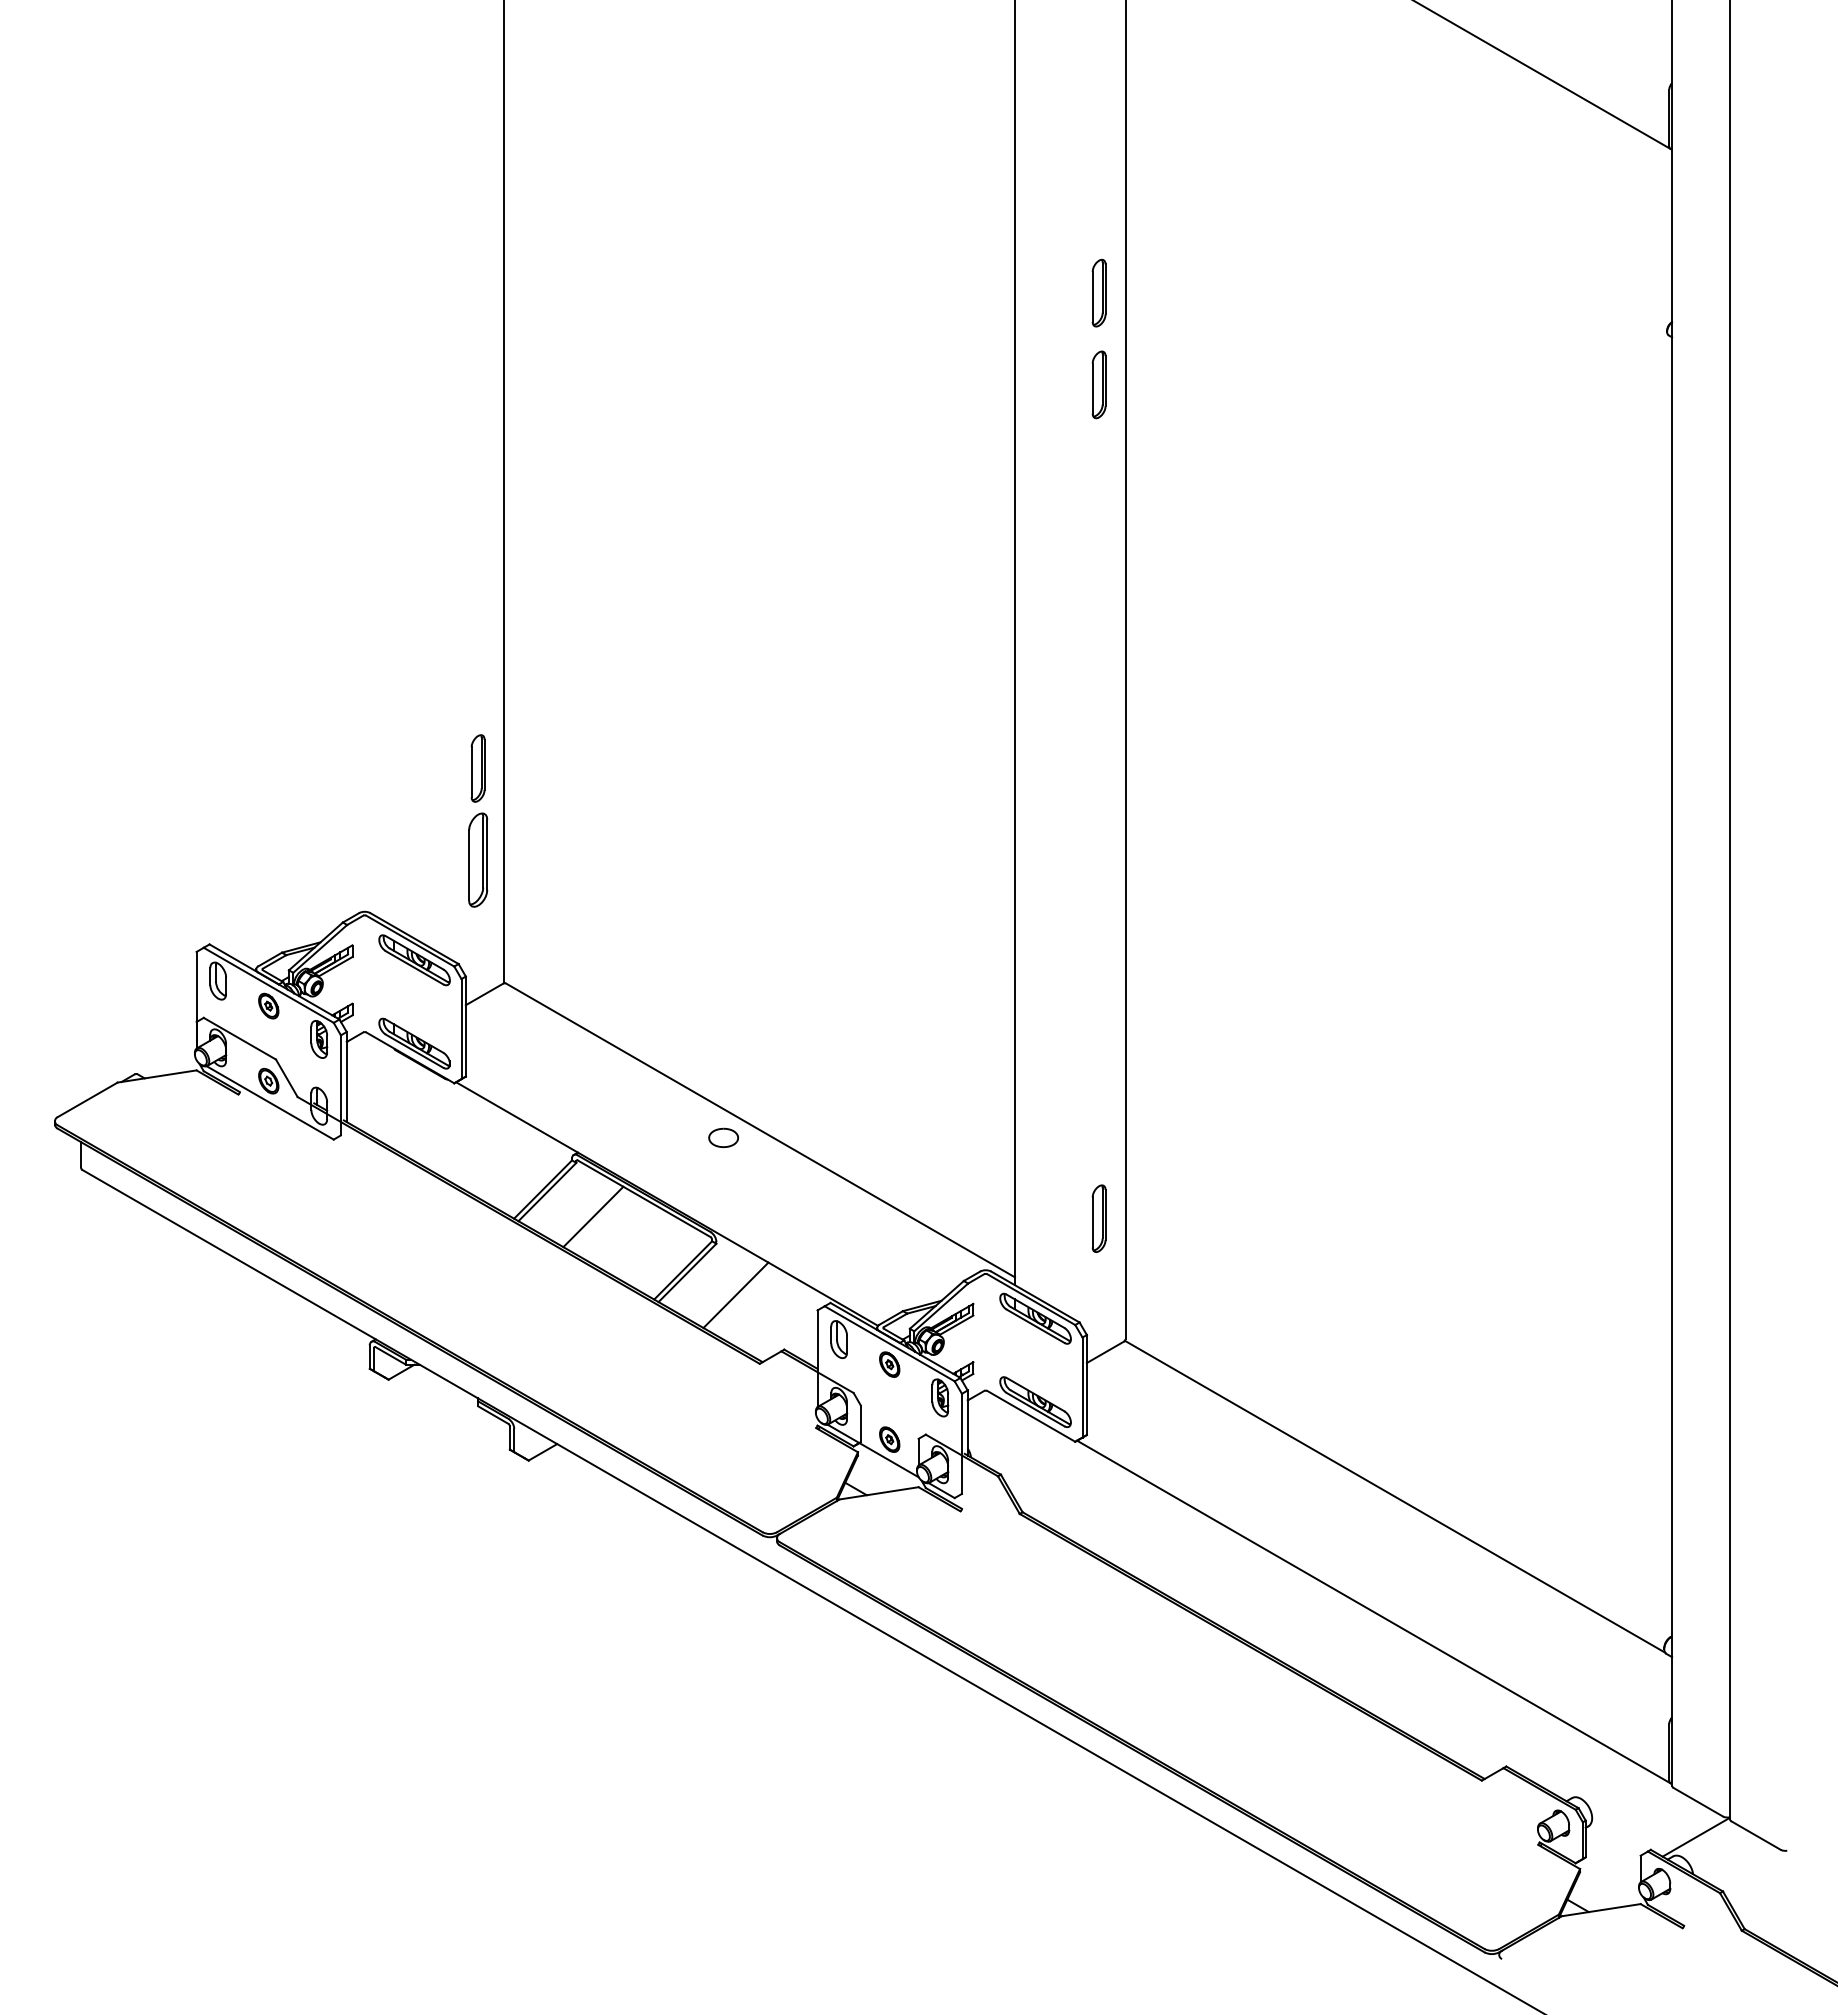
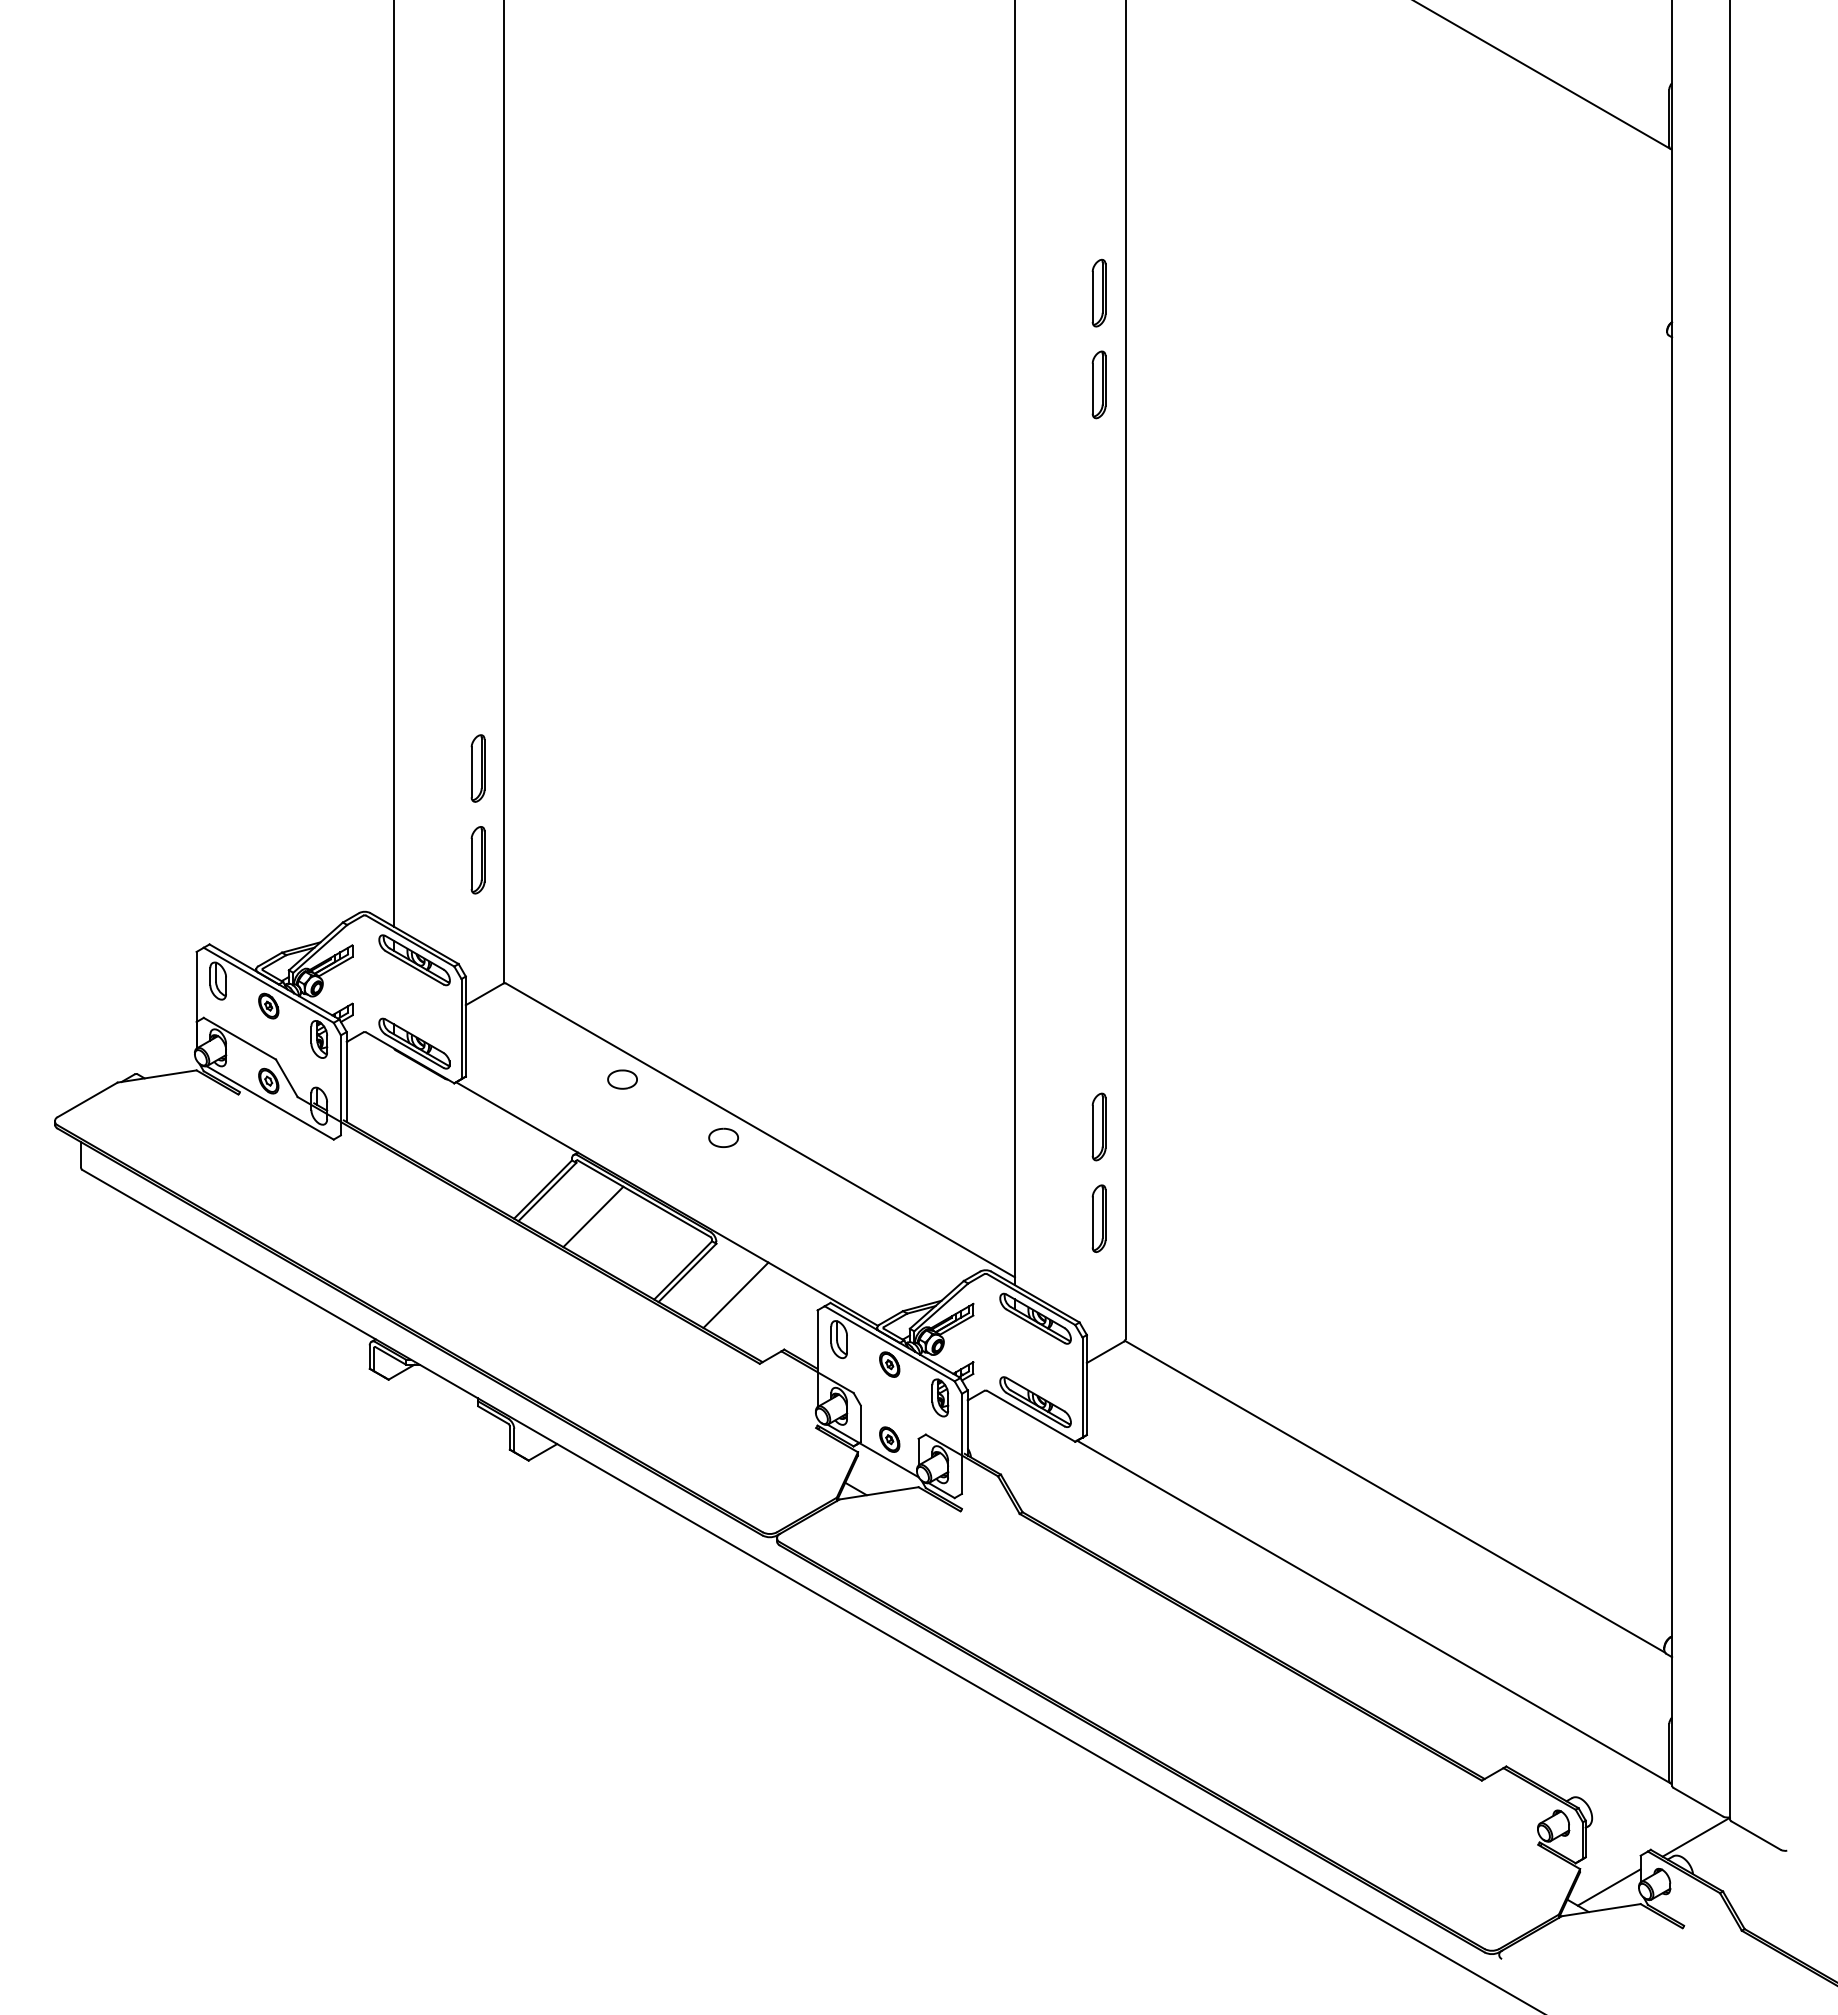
line at (394, 464): none -> present
part at (478, 859) size: 21x96 px -> 16x69 px
part at (622, 1079): none -> present
part at (1098, 1126): none -> present
line at (1608, 1887): none -> present
